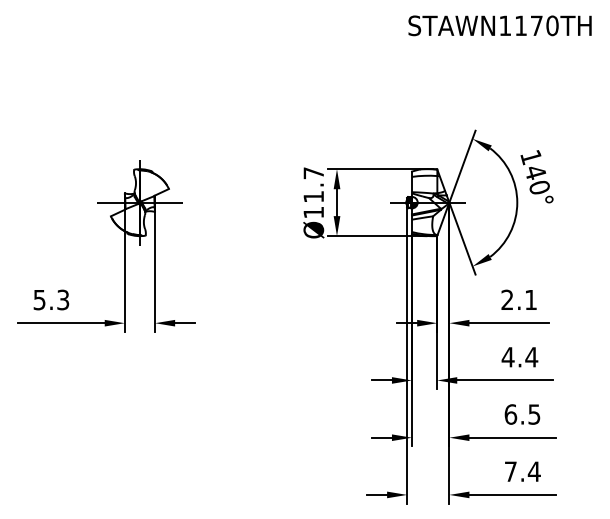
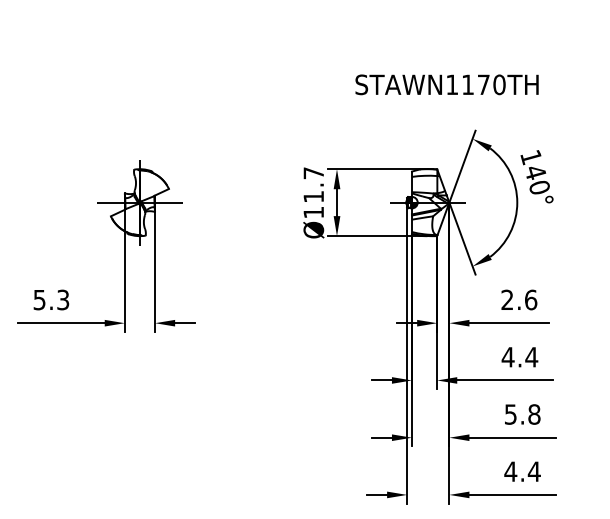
text at (499, 25) position: (499, 25) -> (446, 84)
text at (531, 299): 2.1 -> 2.6
text at (522, 414): 6.5 -> 5.8
text at (510, 471): 7.4 -> 4.4
